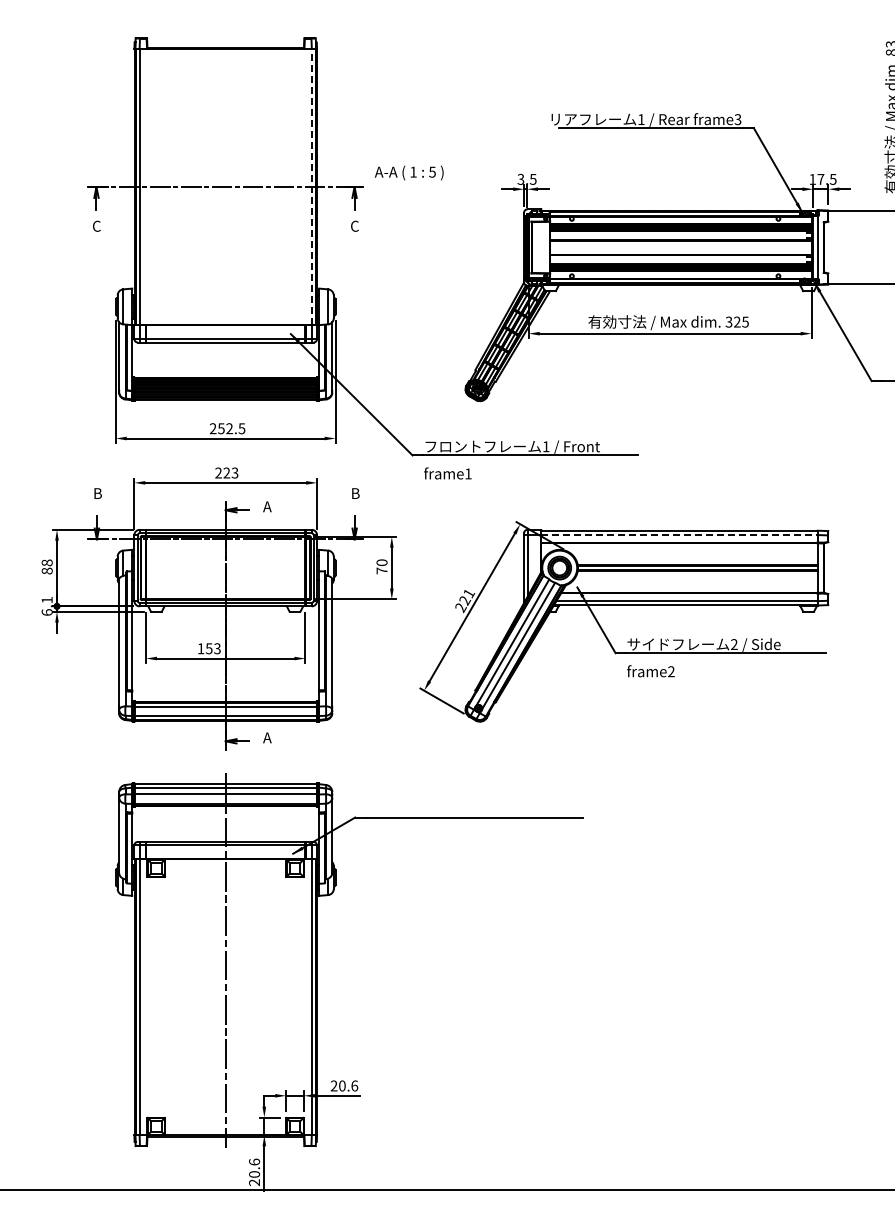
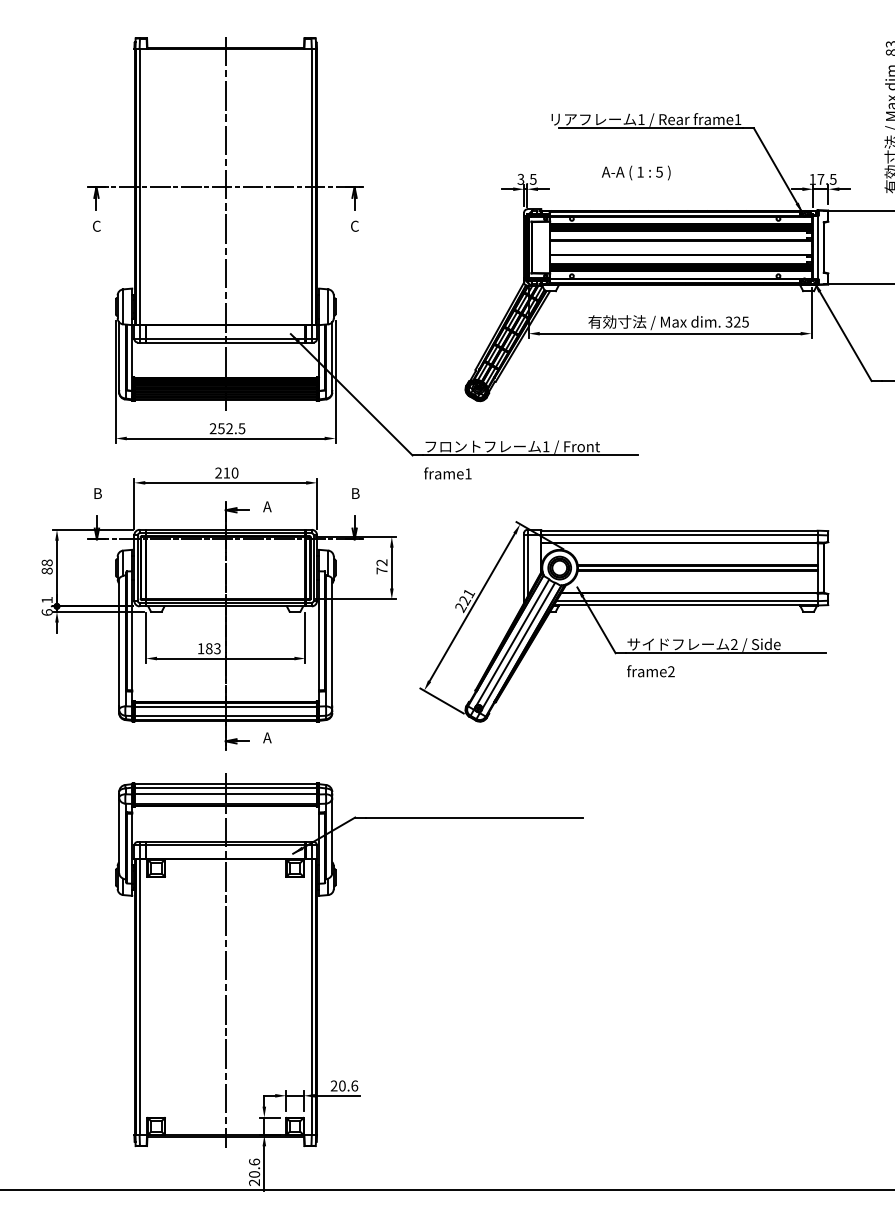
text at (737, 119): frame3 -> frame1
text at (408, 172) position: (408, 172) -> (635, 172)
line at (311, 186): dashed -> solid
line at (225, 223): none -> present
text at (230, 472): 223 -> 210
line at (680, 535): dashed -> solid
text at (381, 562): 70 -> 72
text at (208, 648): 153 -> 183
